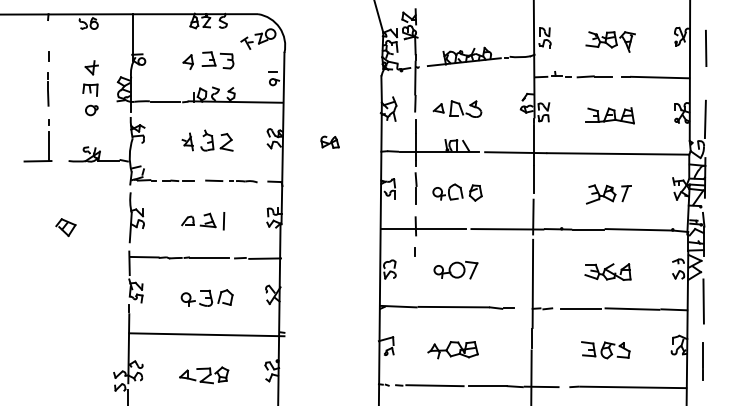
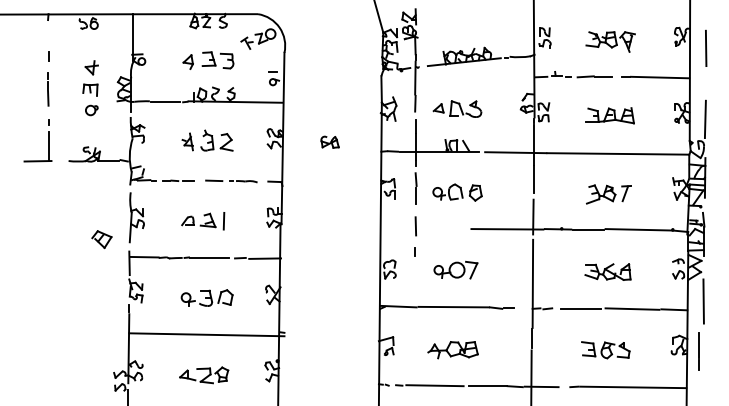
part at (65, 227) position: (65, 227) -> (101, 239)
line at (423, 228): present -> none
line at (702, 361) position: (702, 361) -> (698, 351)
